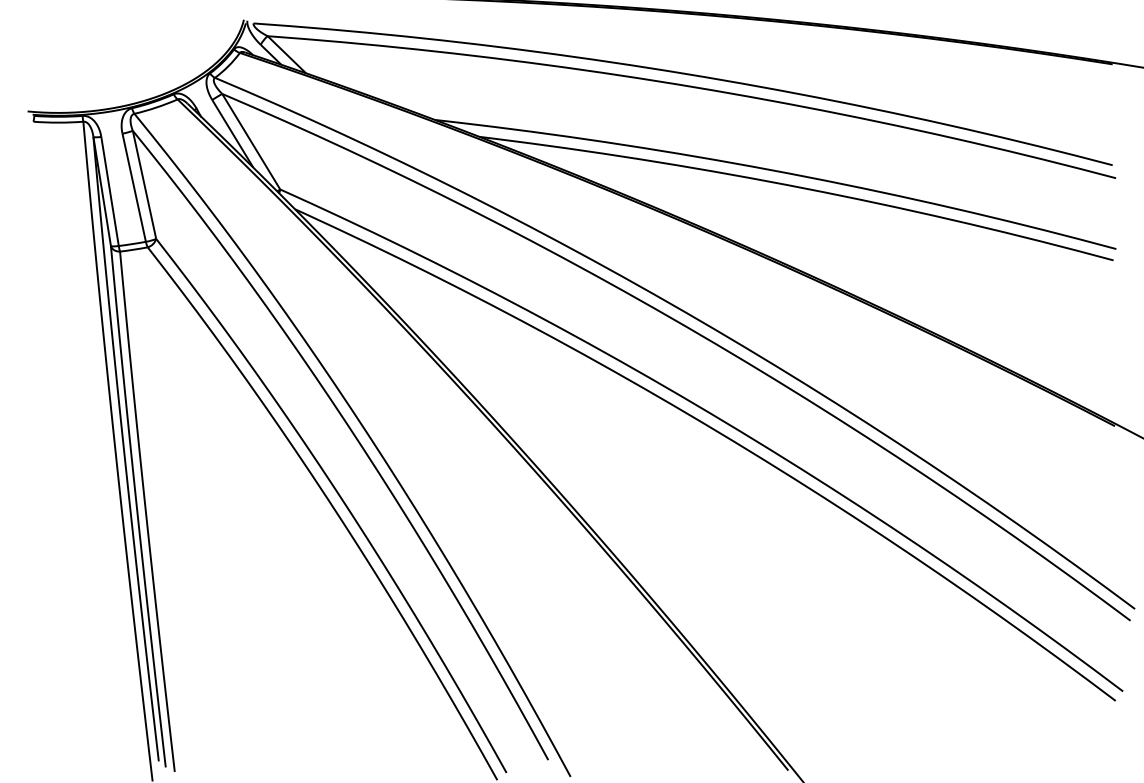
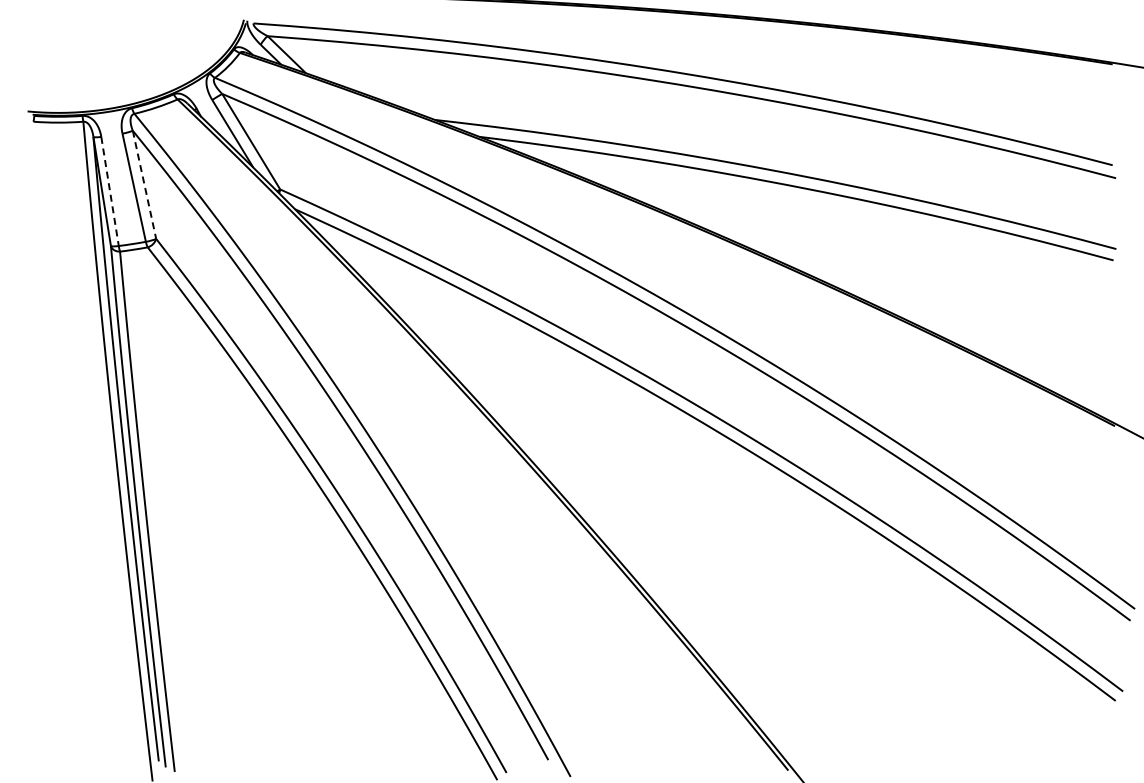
line at (144, 183): solid -> dashed
line at (110, 191): solid -> dashed
